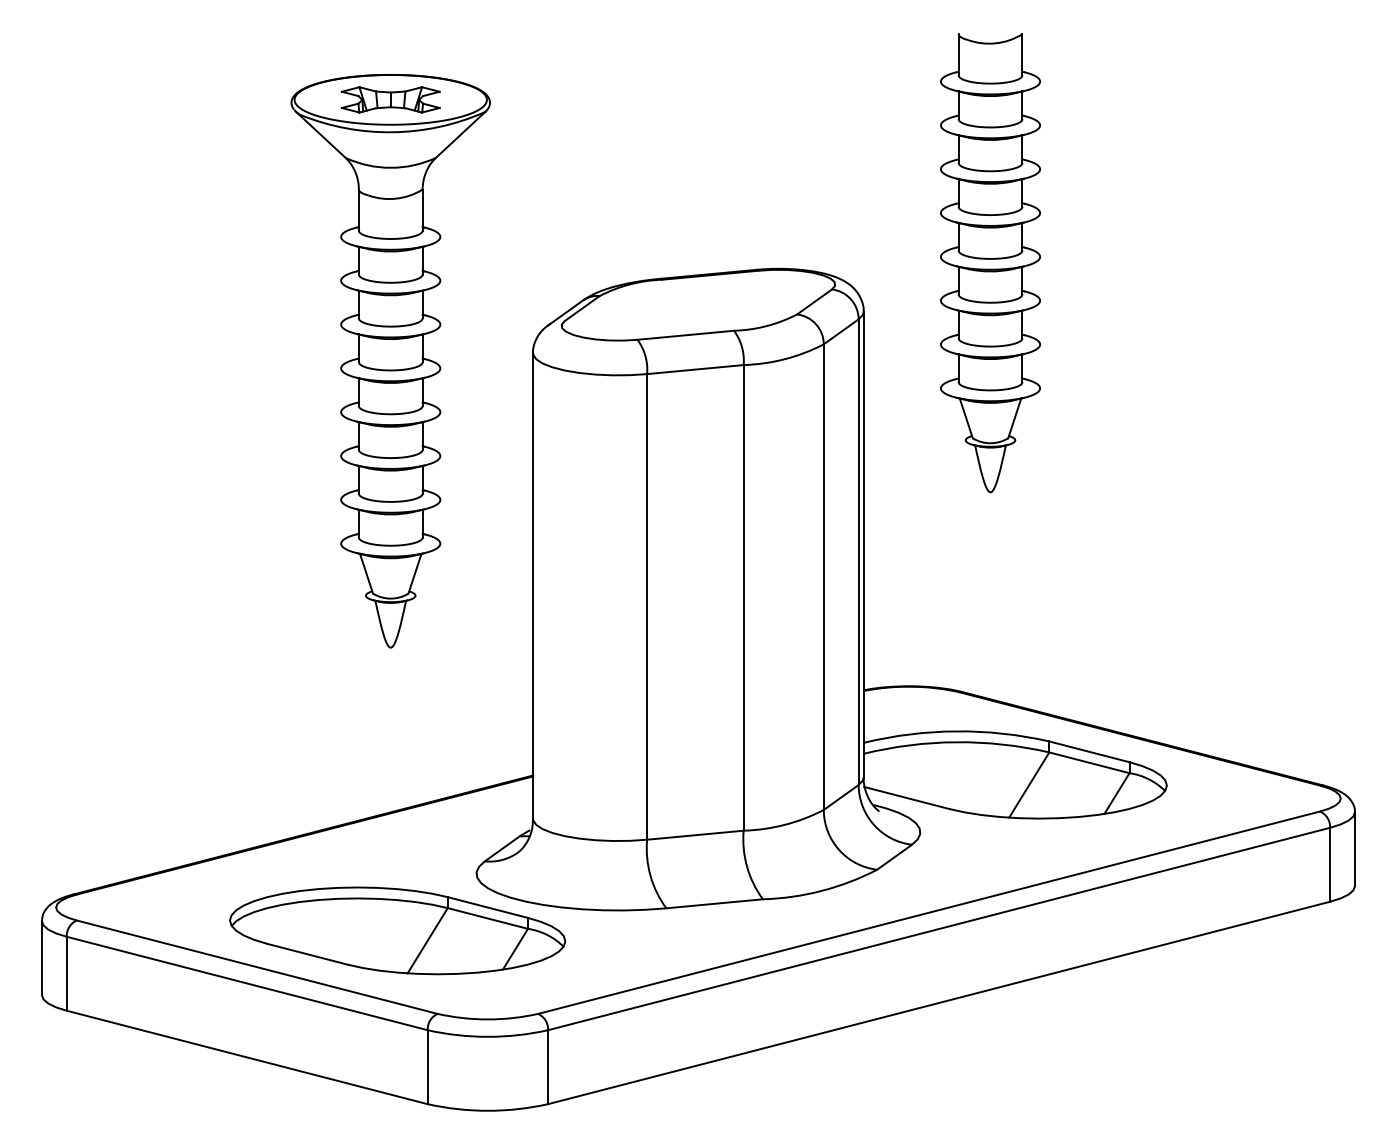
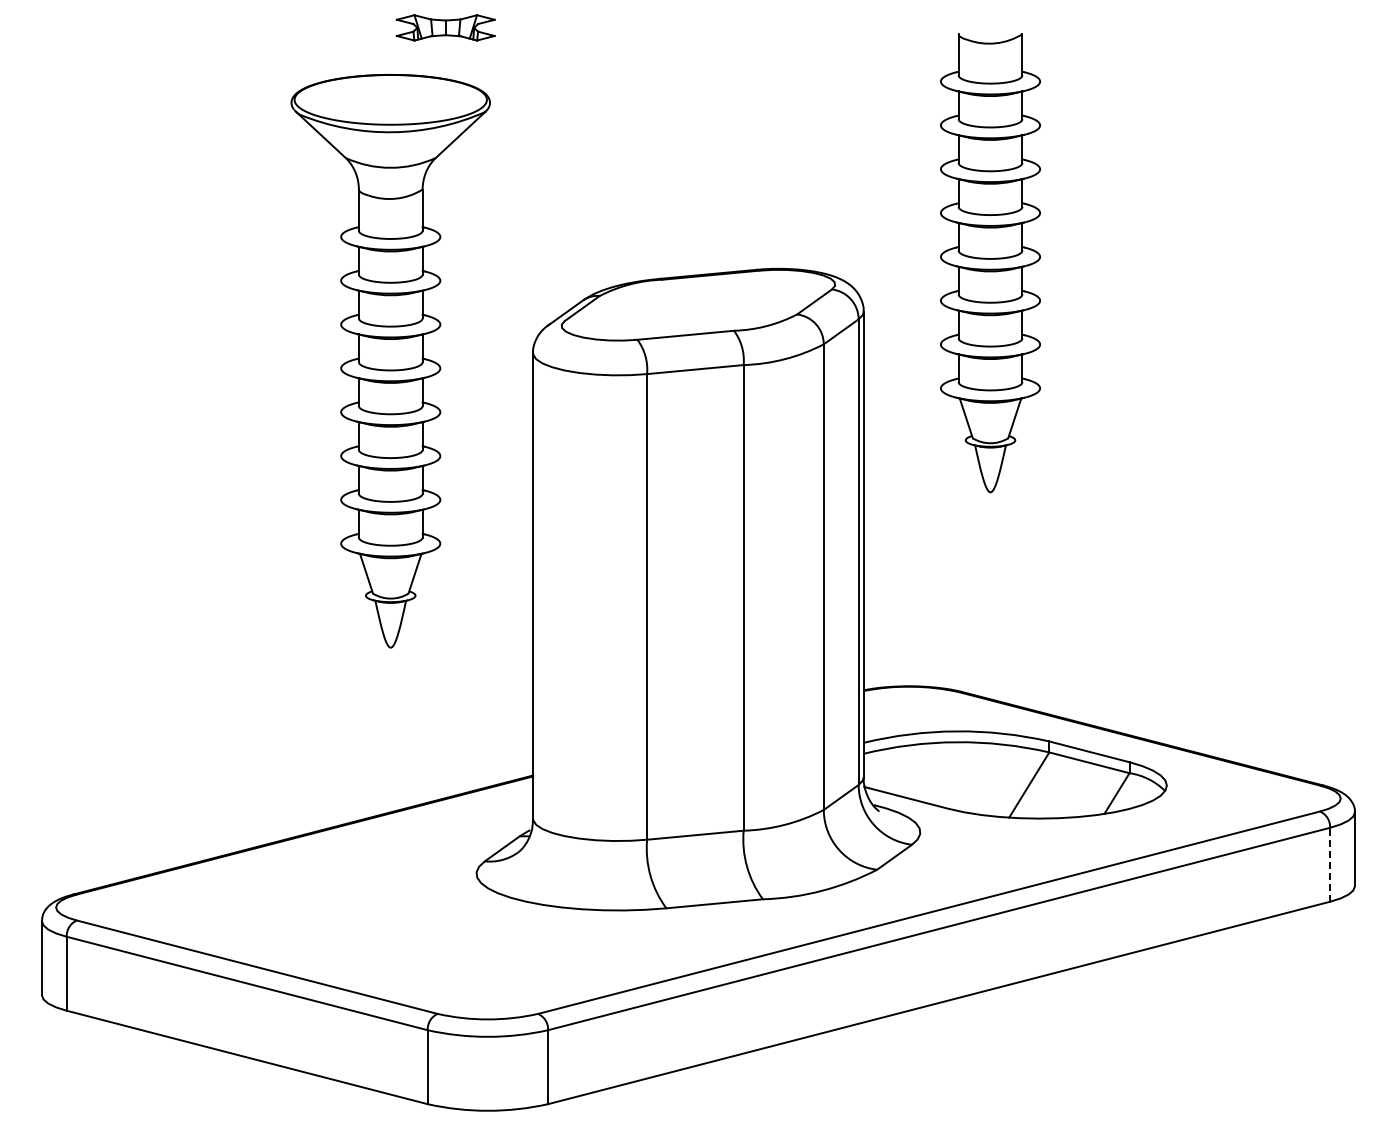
part at (390, 99) position: (390, 99) -> (445, 27)
line at (1330, 864): solid -> dashed
part at (397, 930): present -> none
